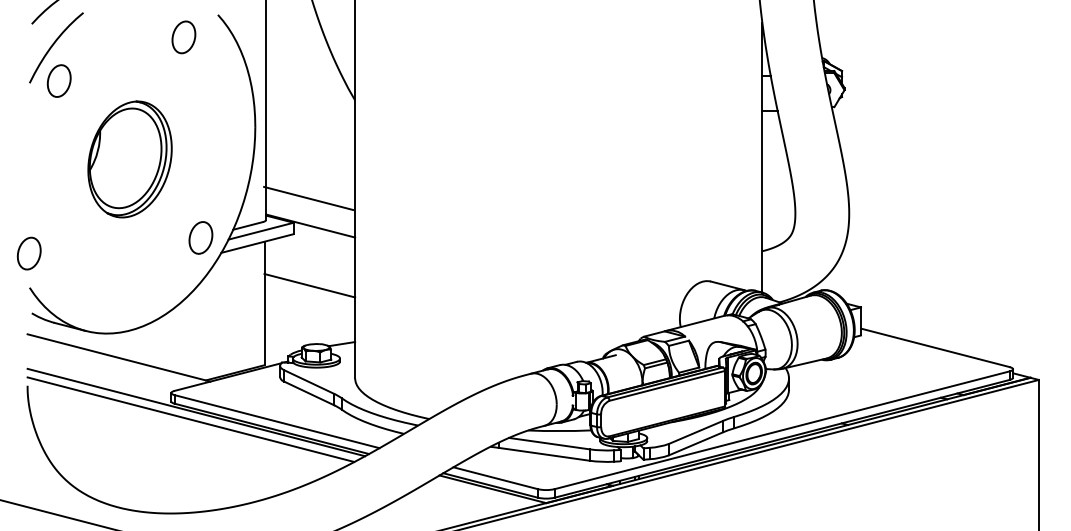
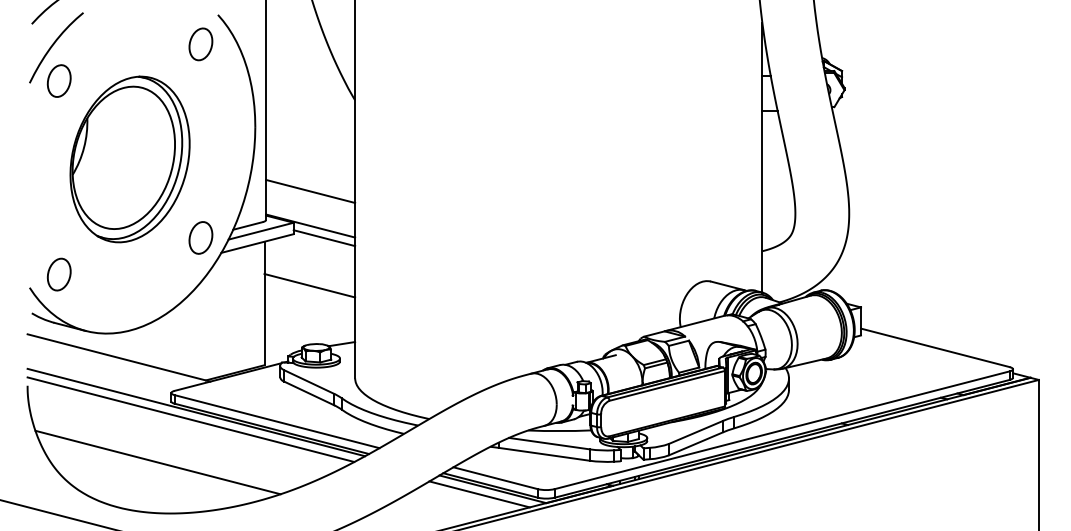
part at (183, 37) position: (183, 37) -> (200, 44)
part at (129, 159) size: 86x119 px -> 122x169 px
line at (308, 198) position: (308, 198) -> (310, 191)
line at (324, 238): none -> present
part at (28, 253) position: (28, 253) -> (58, 274)
line at (157, 462): none -> present
line at (479, 494): none -> present
